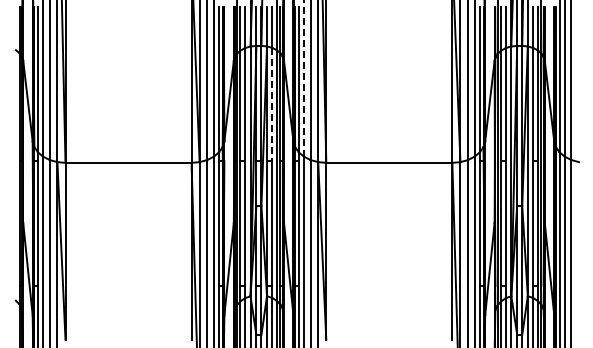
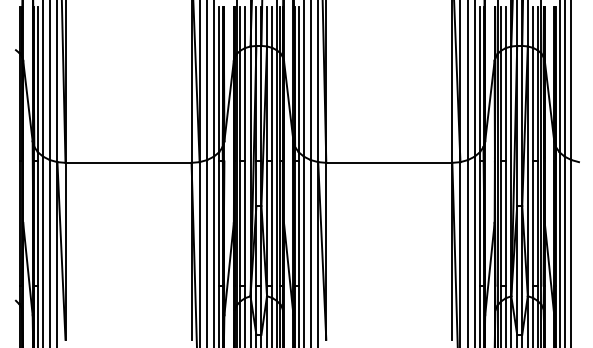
line at (303, 78): dashed -> solid
line at (272, 104): dashed -> solid
